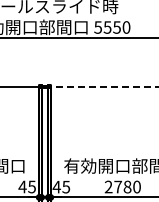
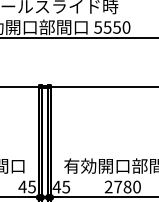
line at (104, 86): dashed -> solid
